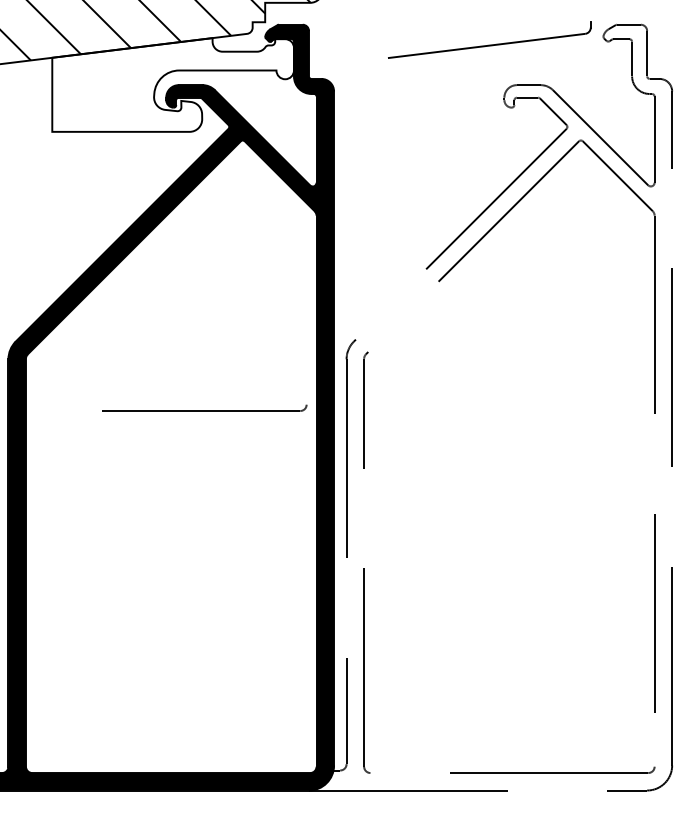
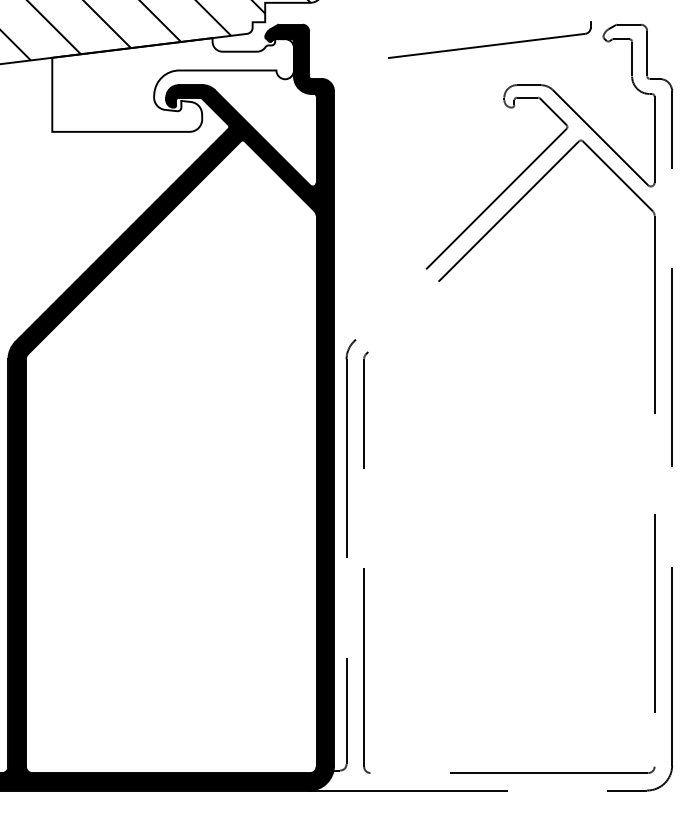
part at (204, 407): present -> none
